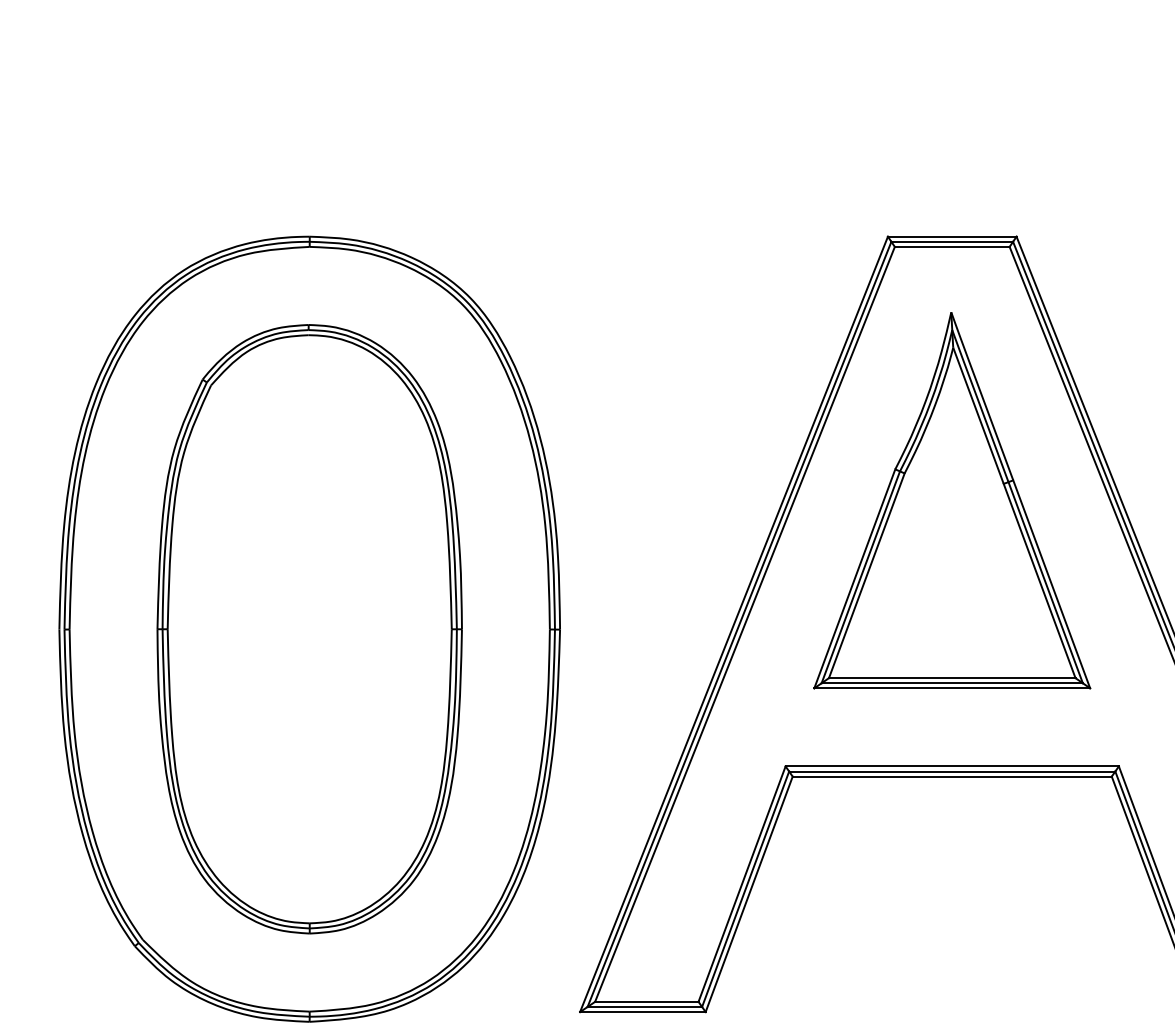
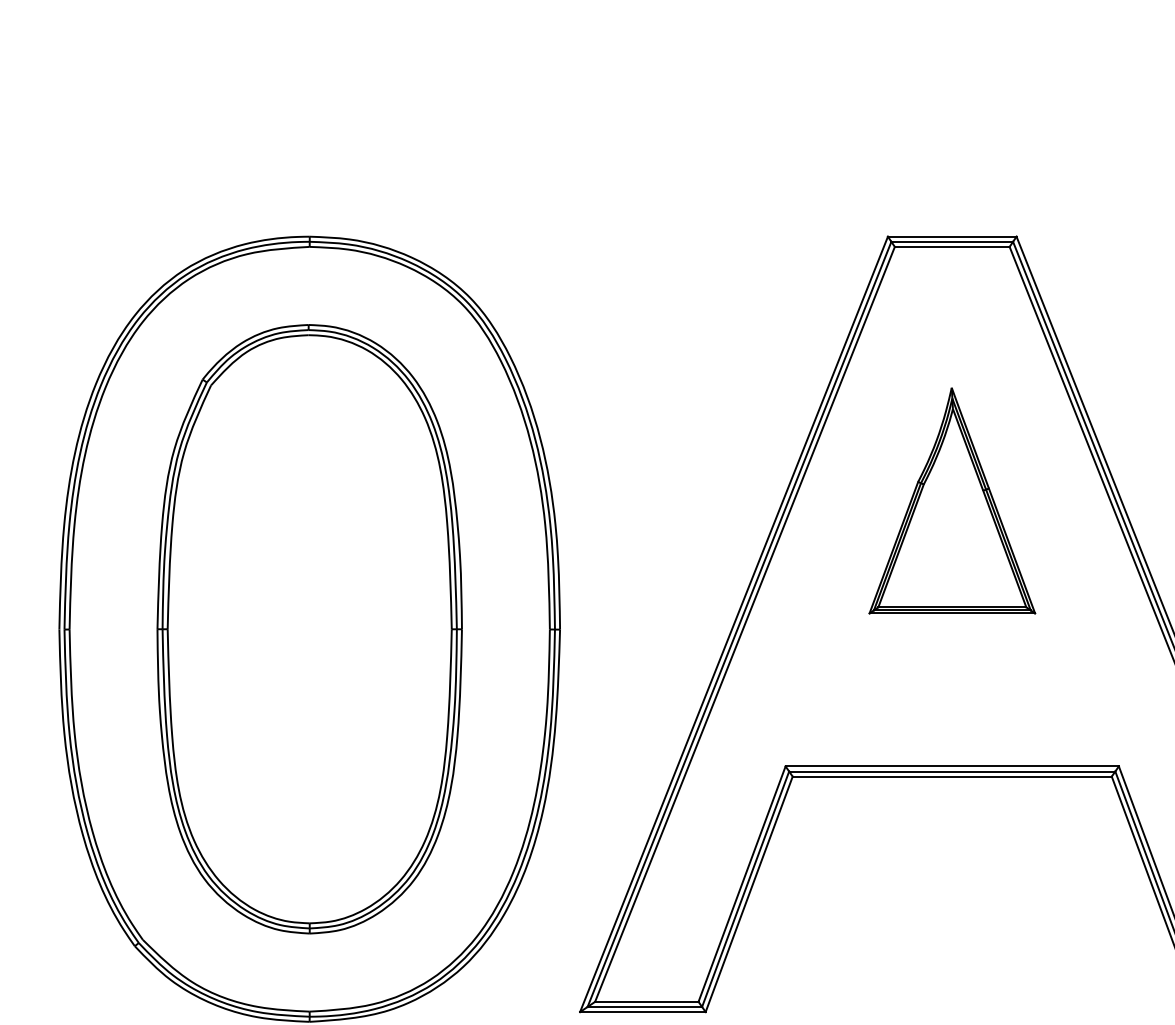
part at (952, 500) size: 279x378 px -> 169x228 px
